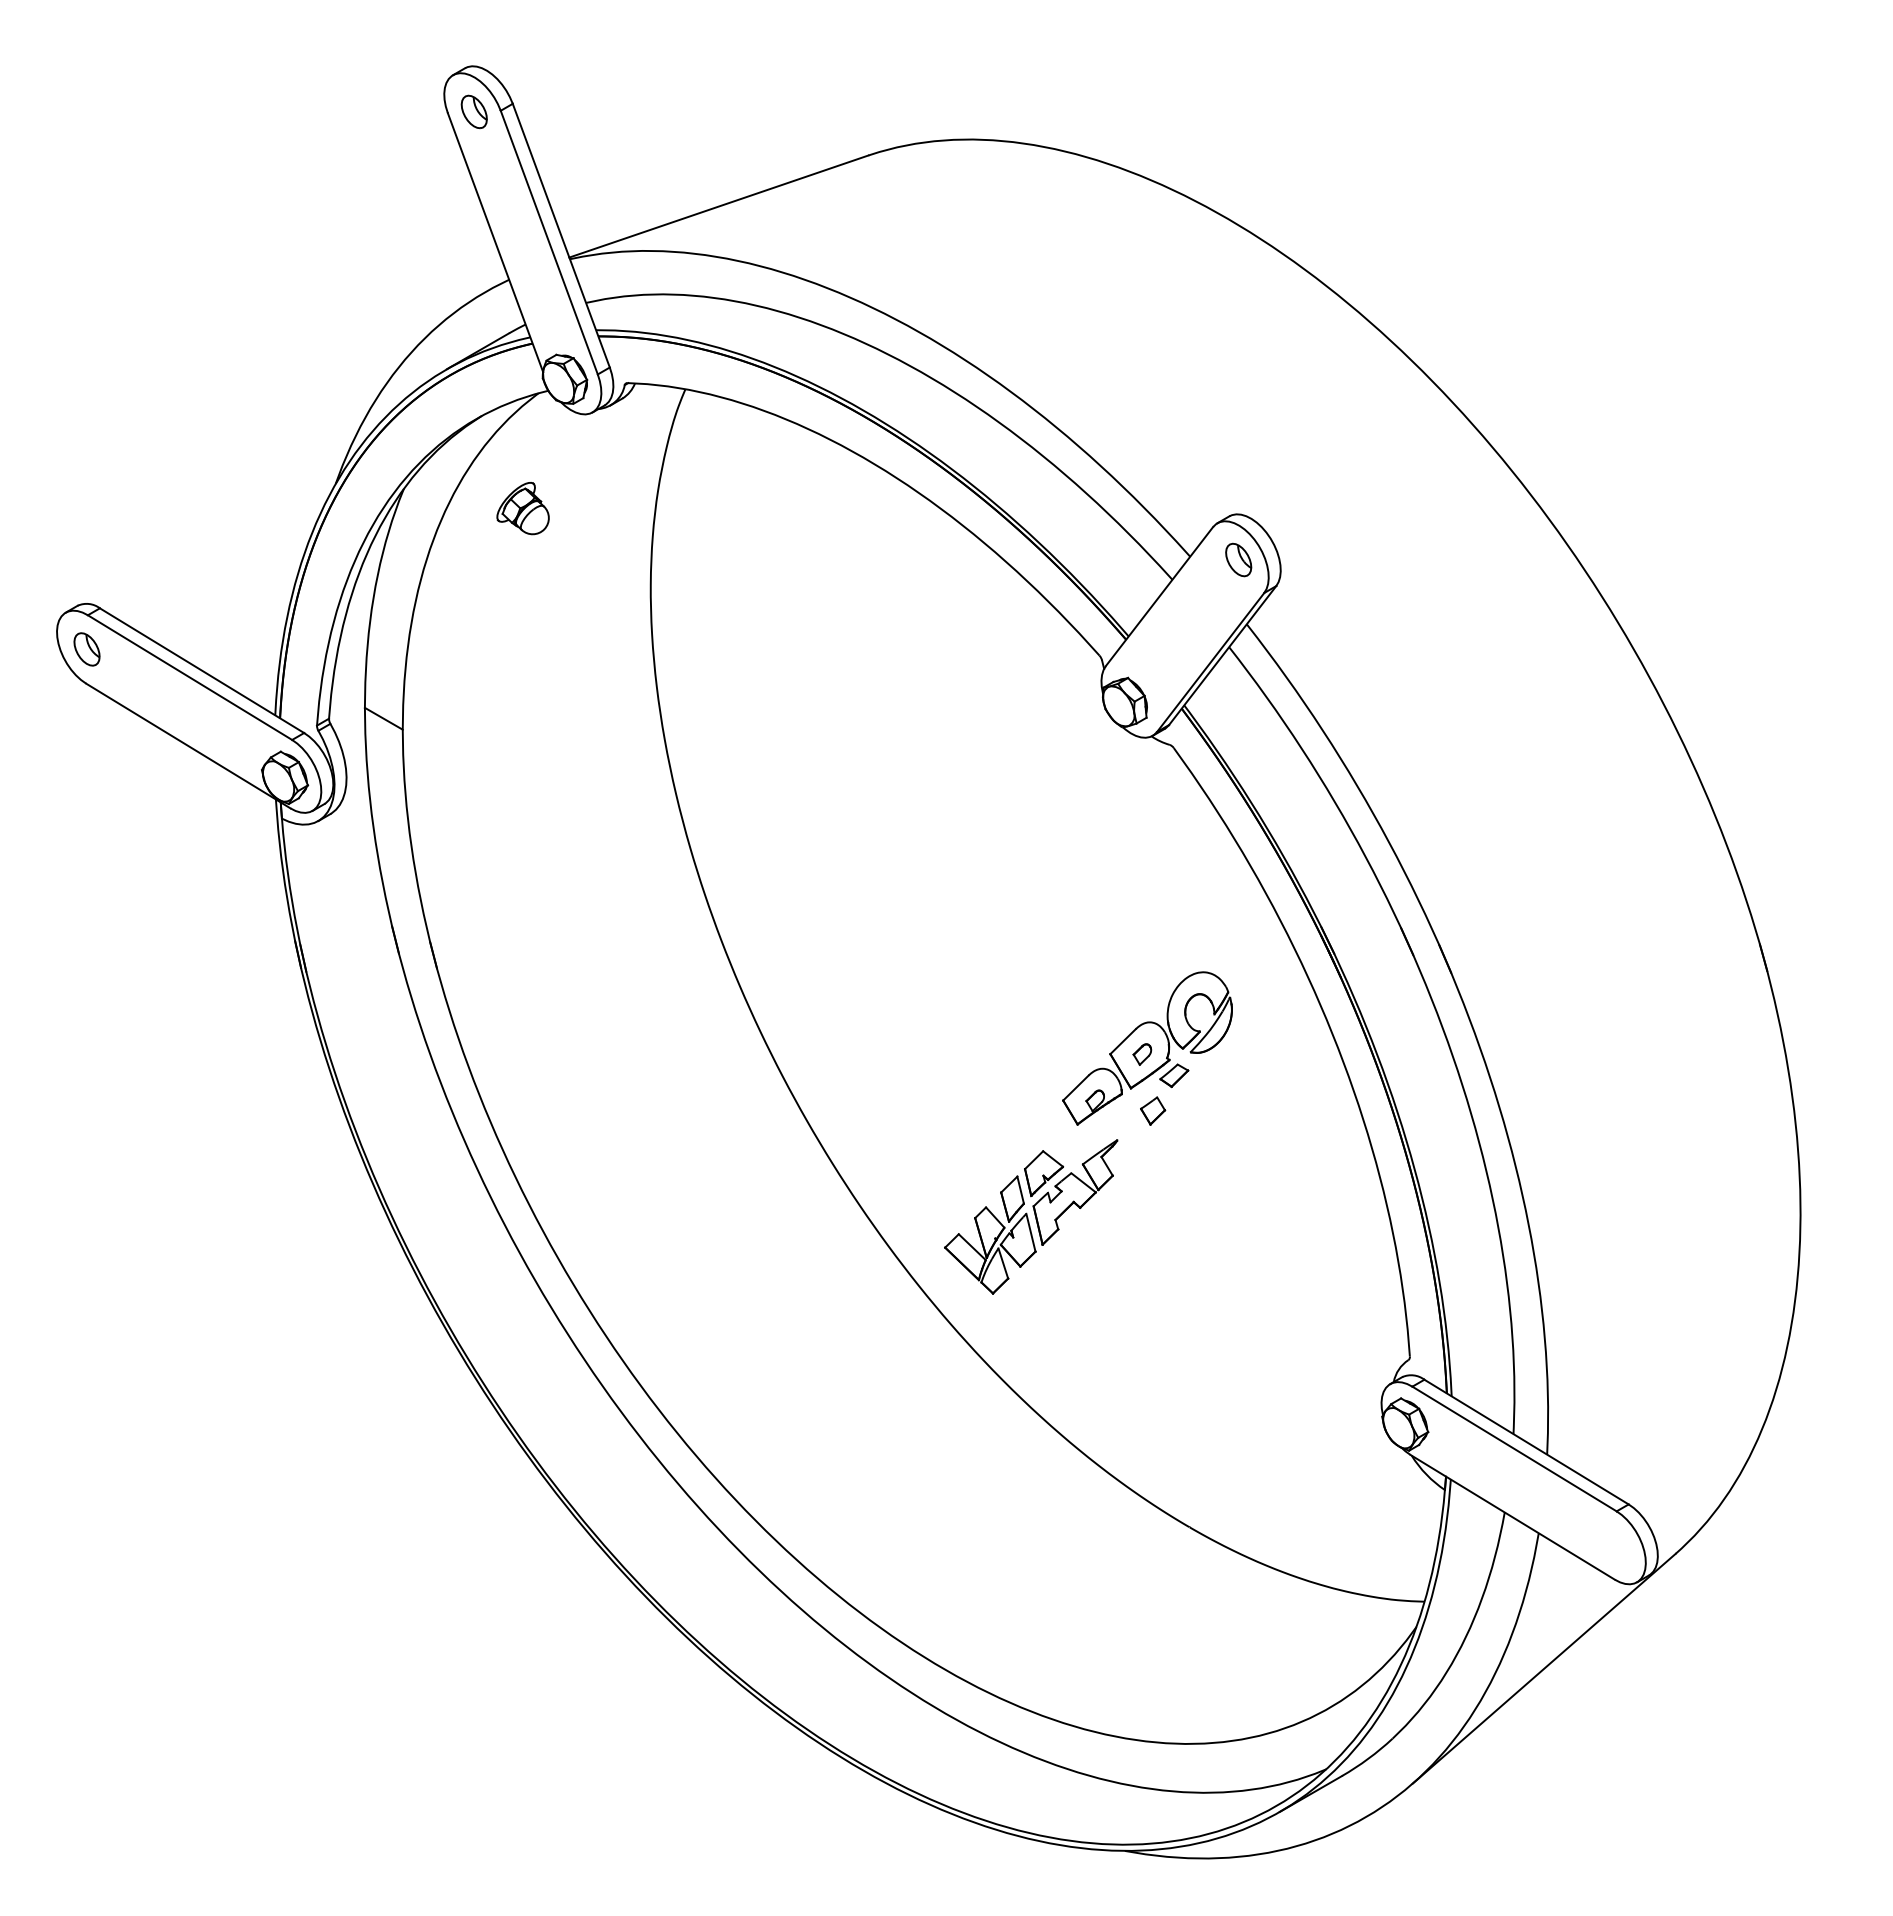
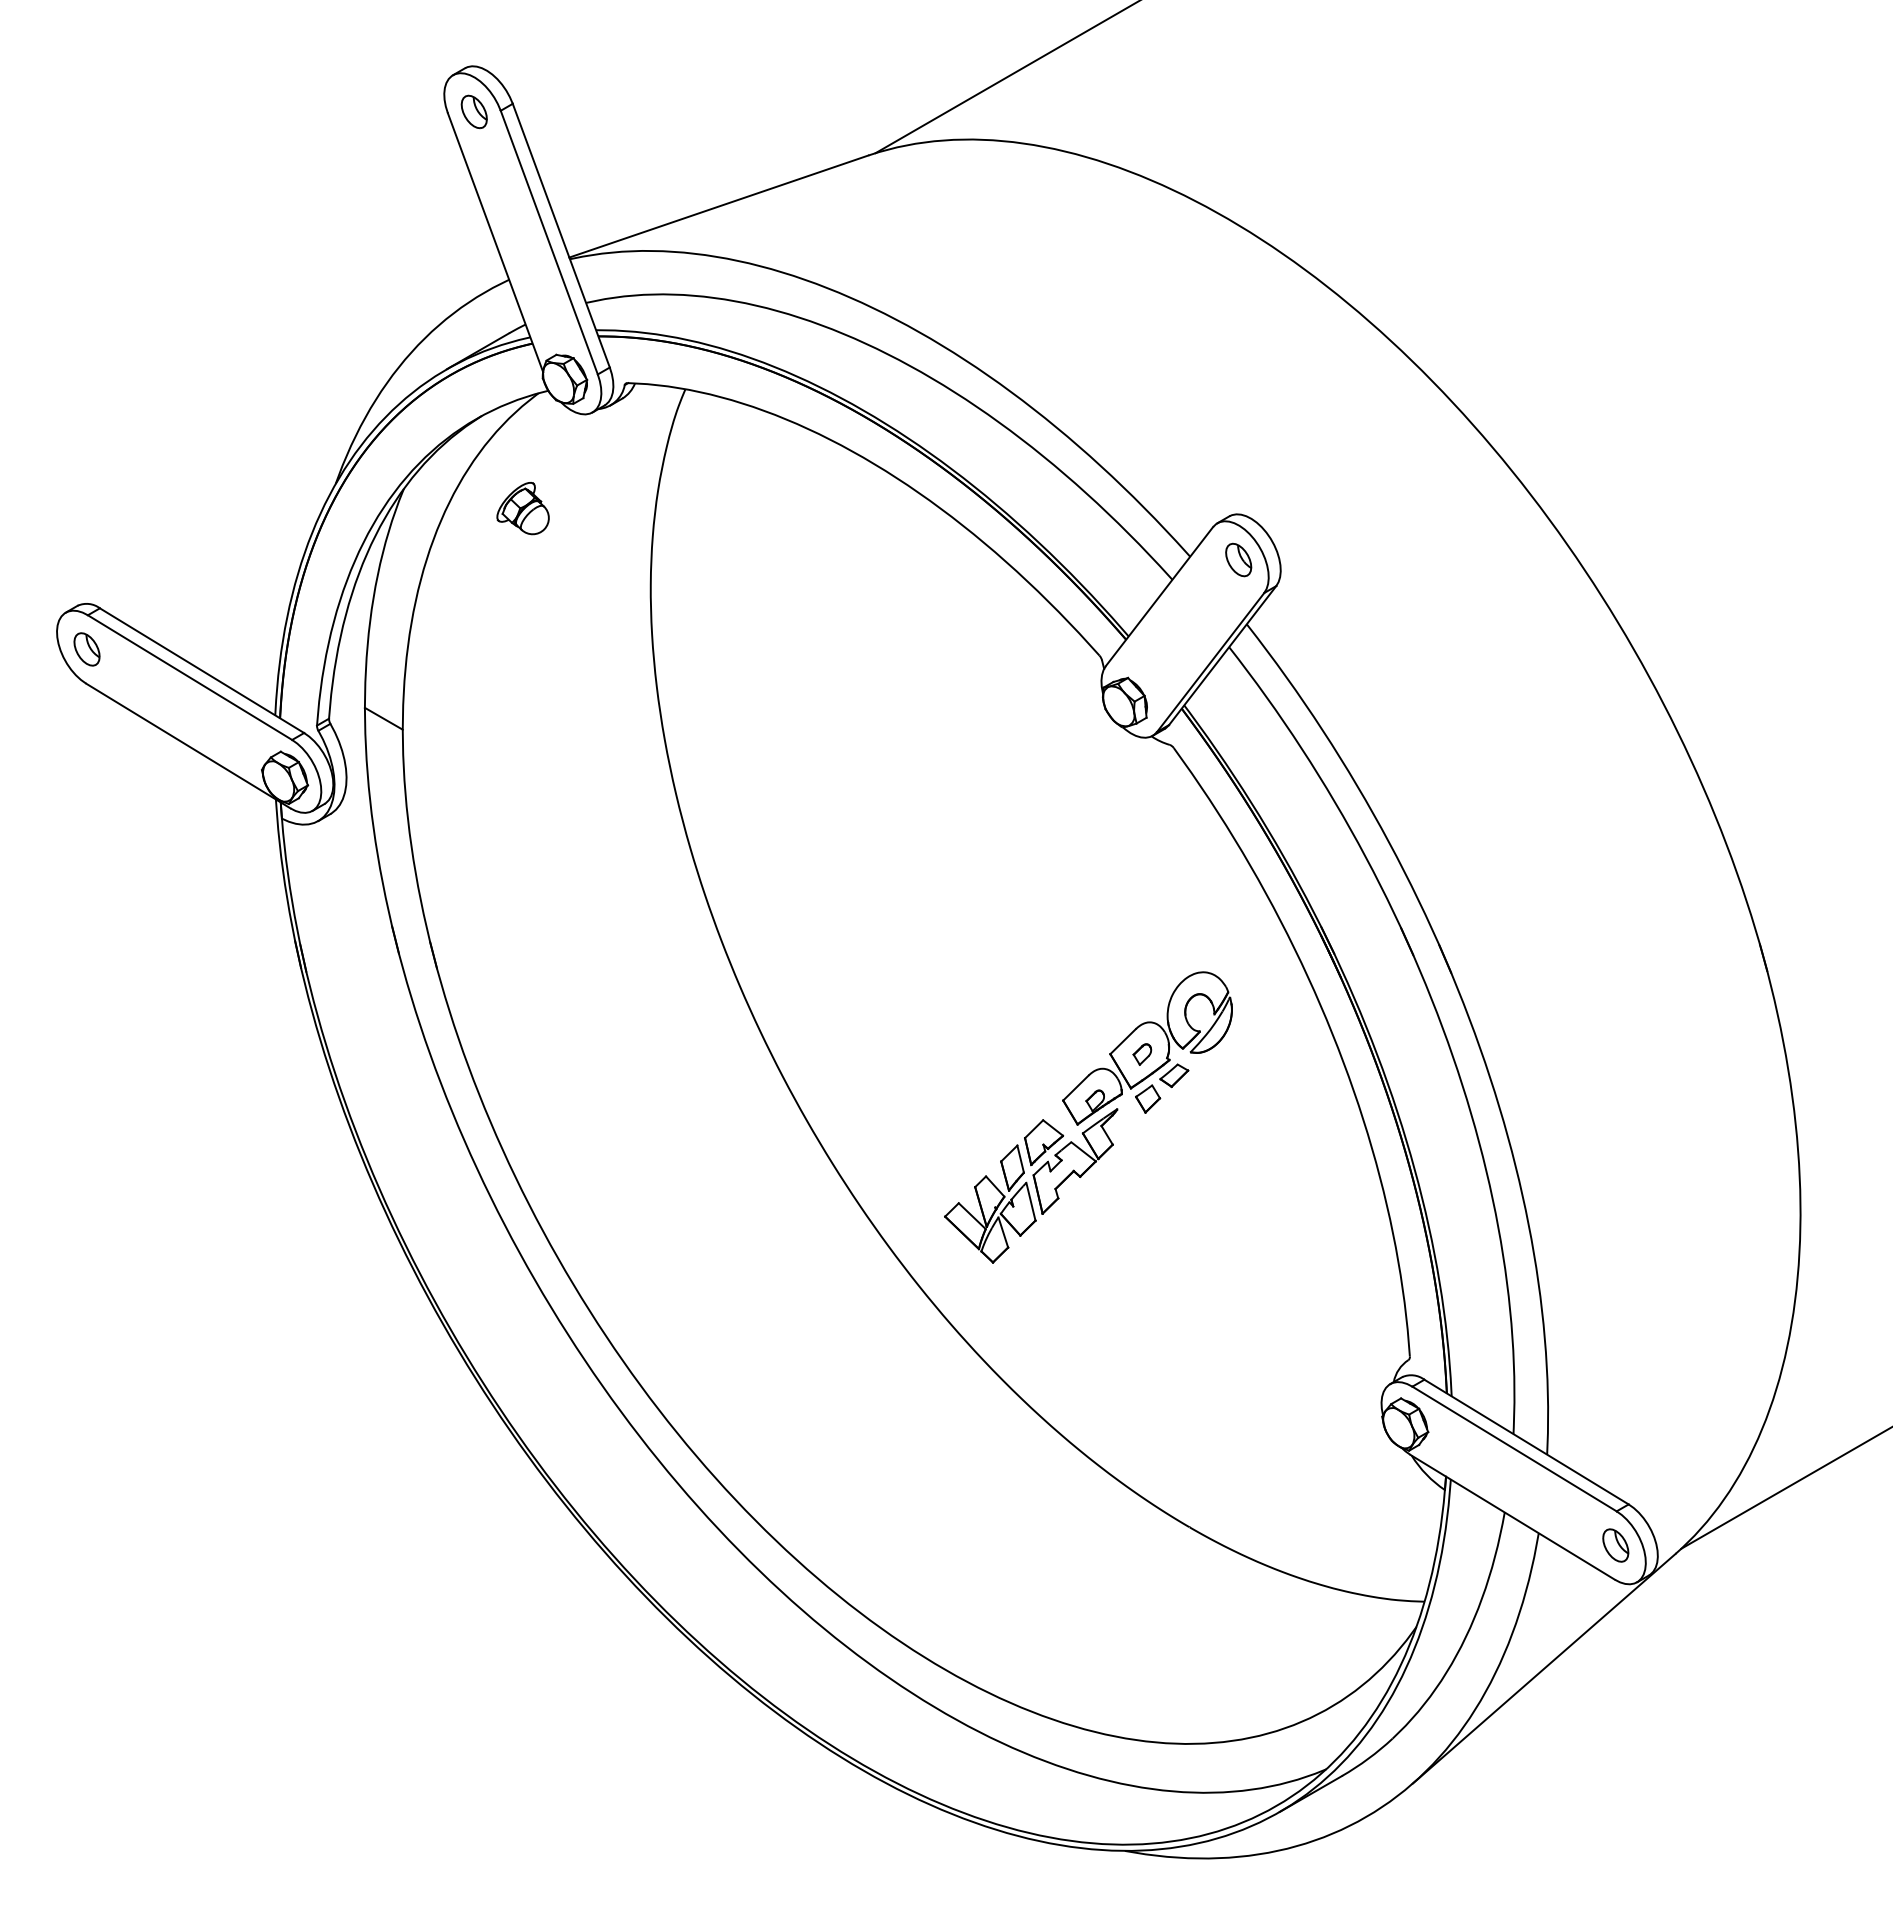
line at (1006, 77): none -> present
part at (1153, 1110) position: (1153, 1110) -> (1148, 1098)
part at (1031, 1216) position: (1031, 1216) -> (1031, 1185)
line at (1785, 1488): none -> present
part at (1615, 1545): none -> present
